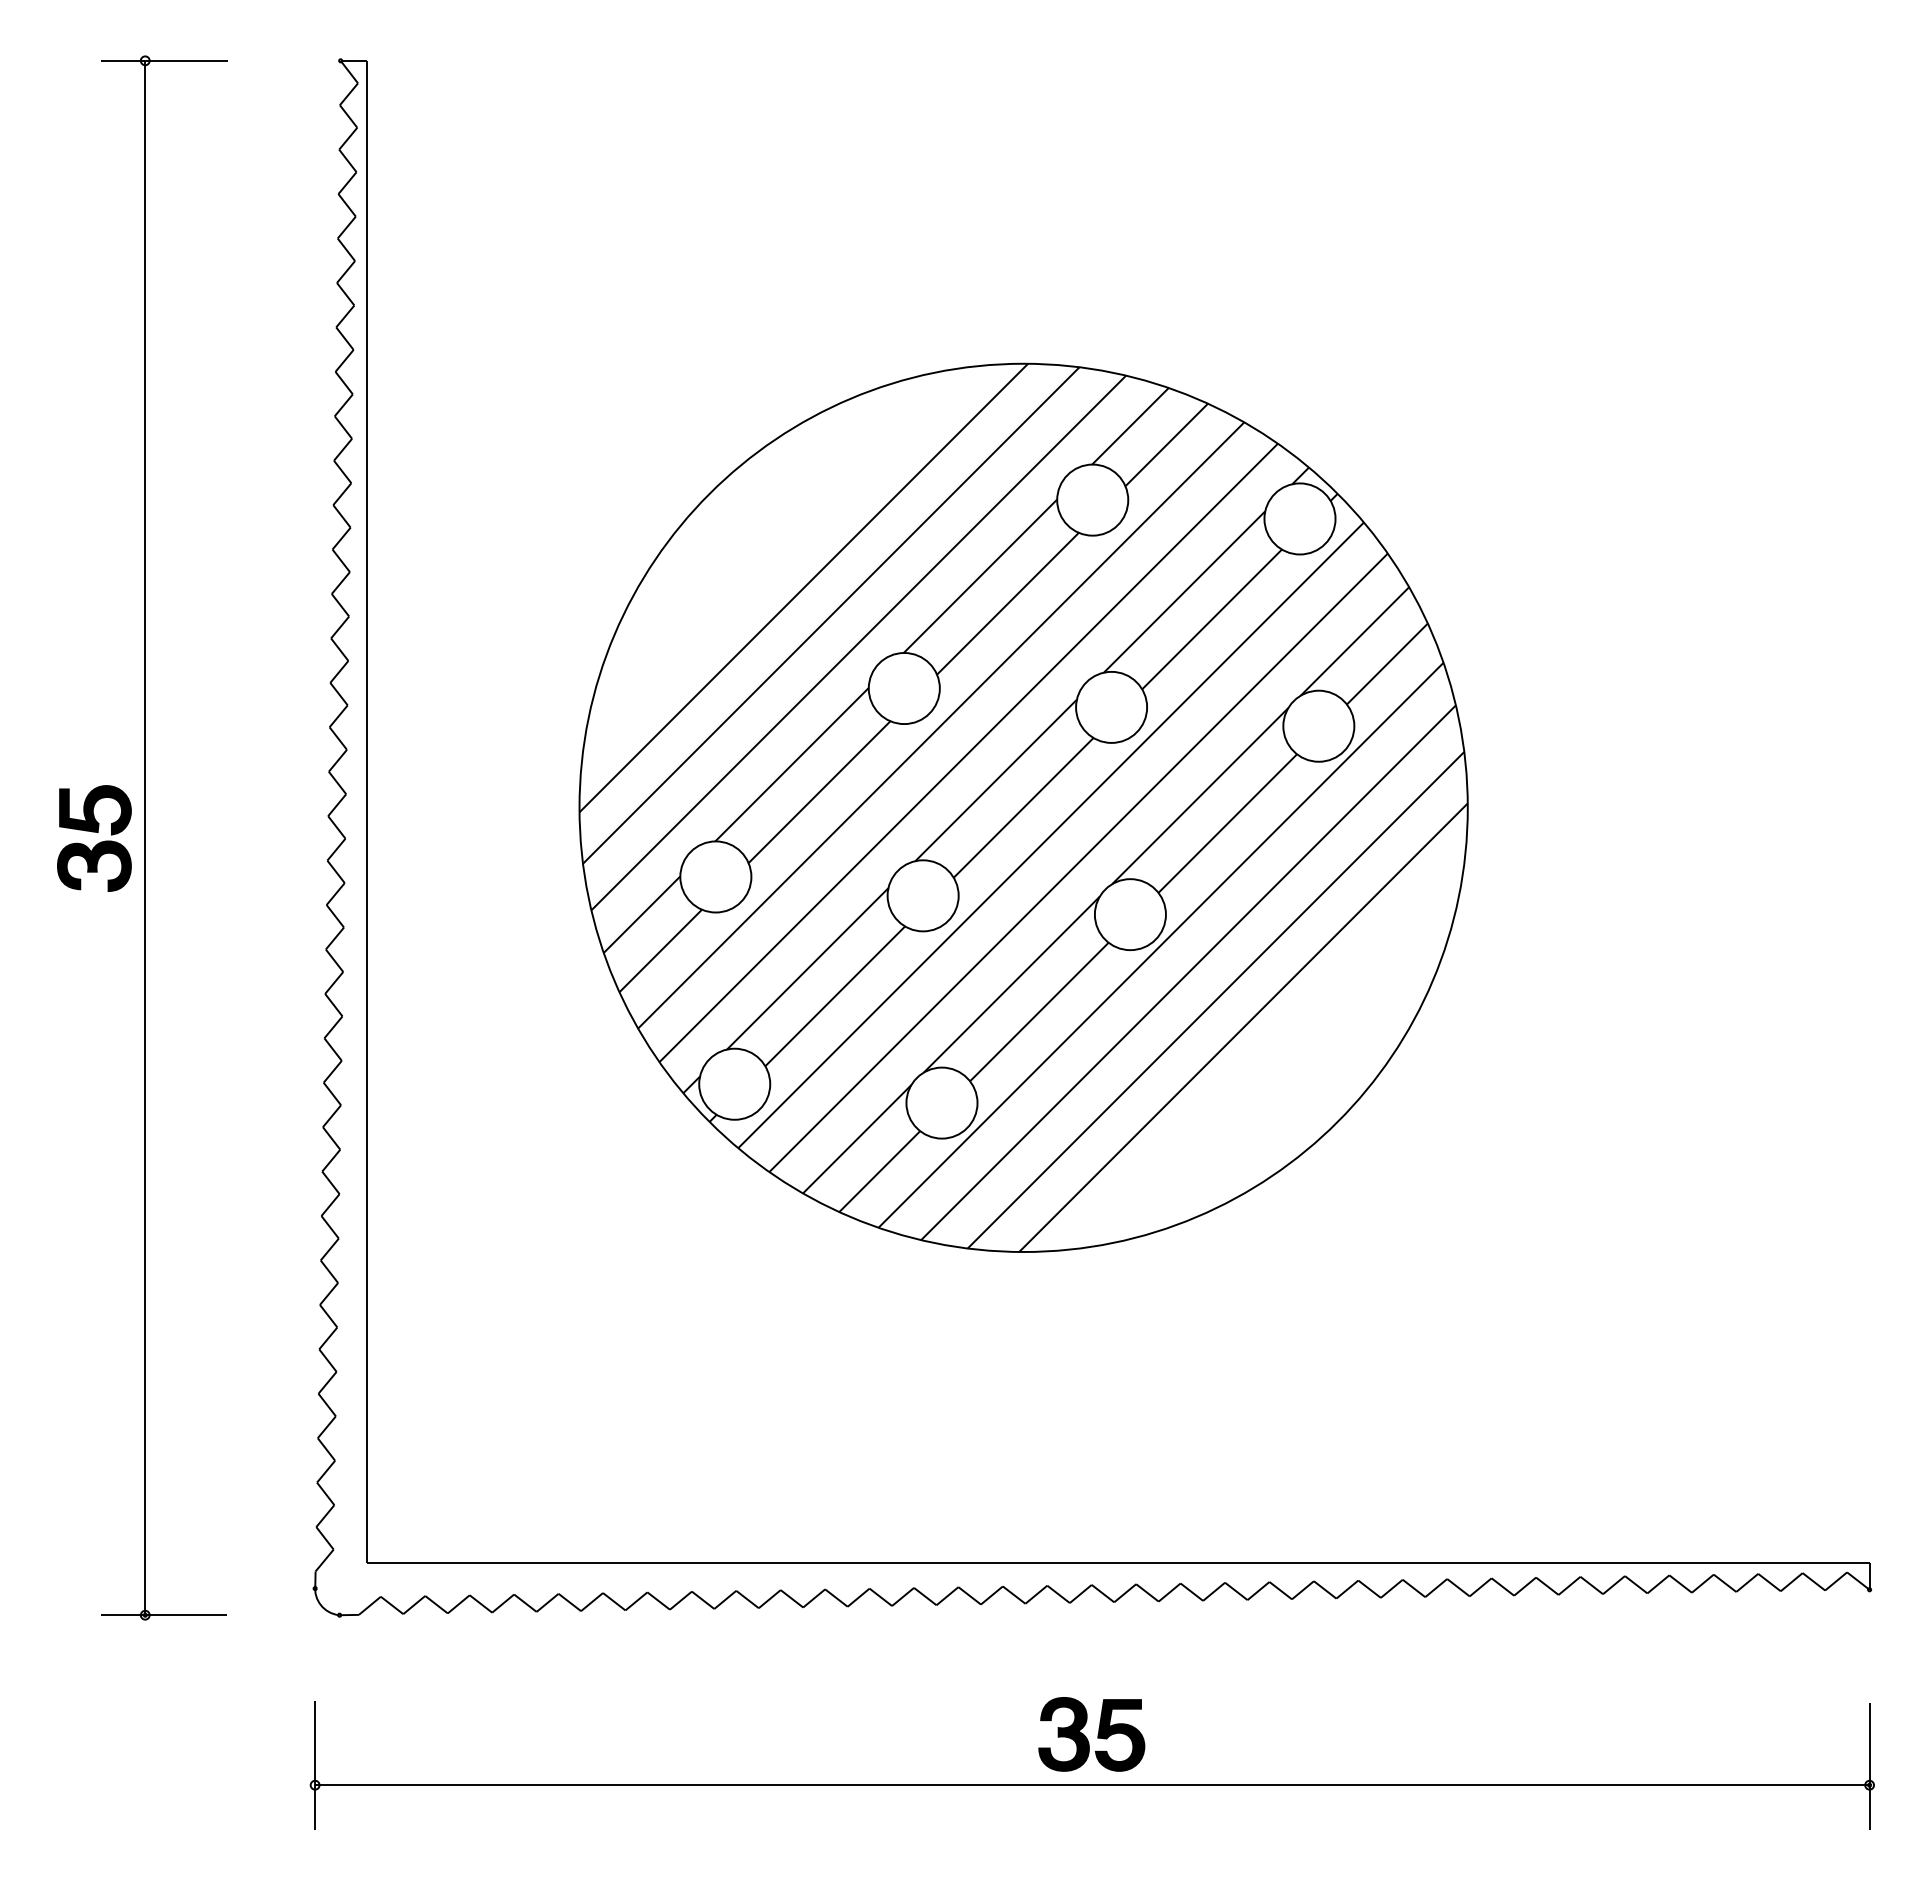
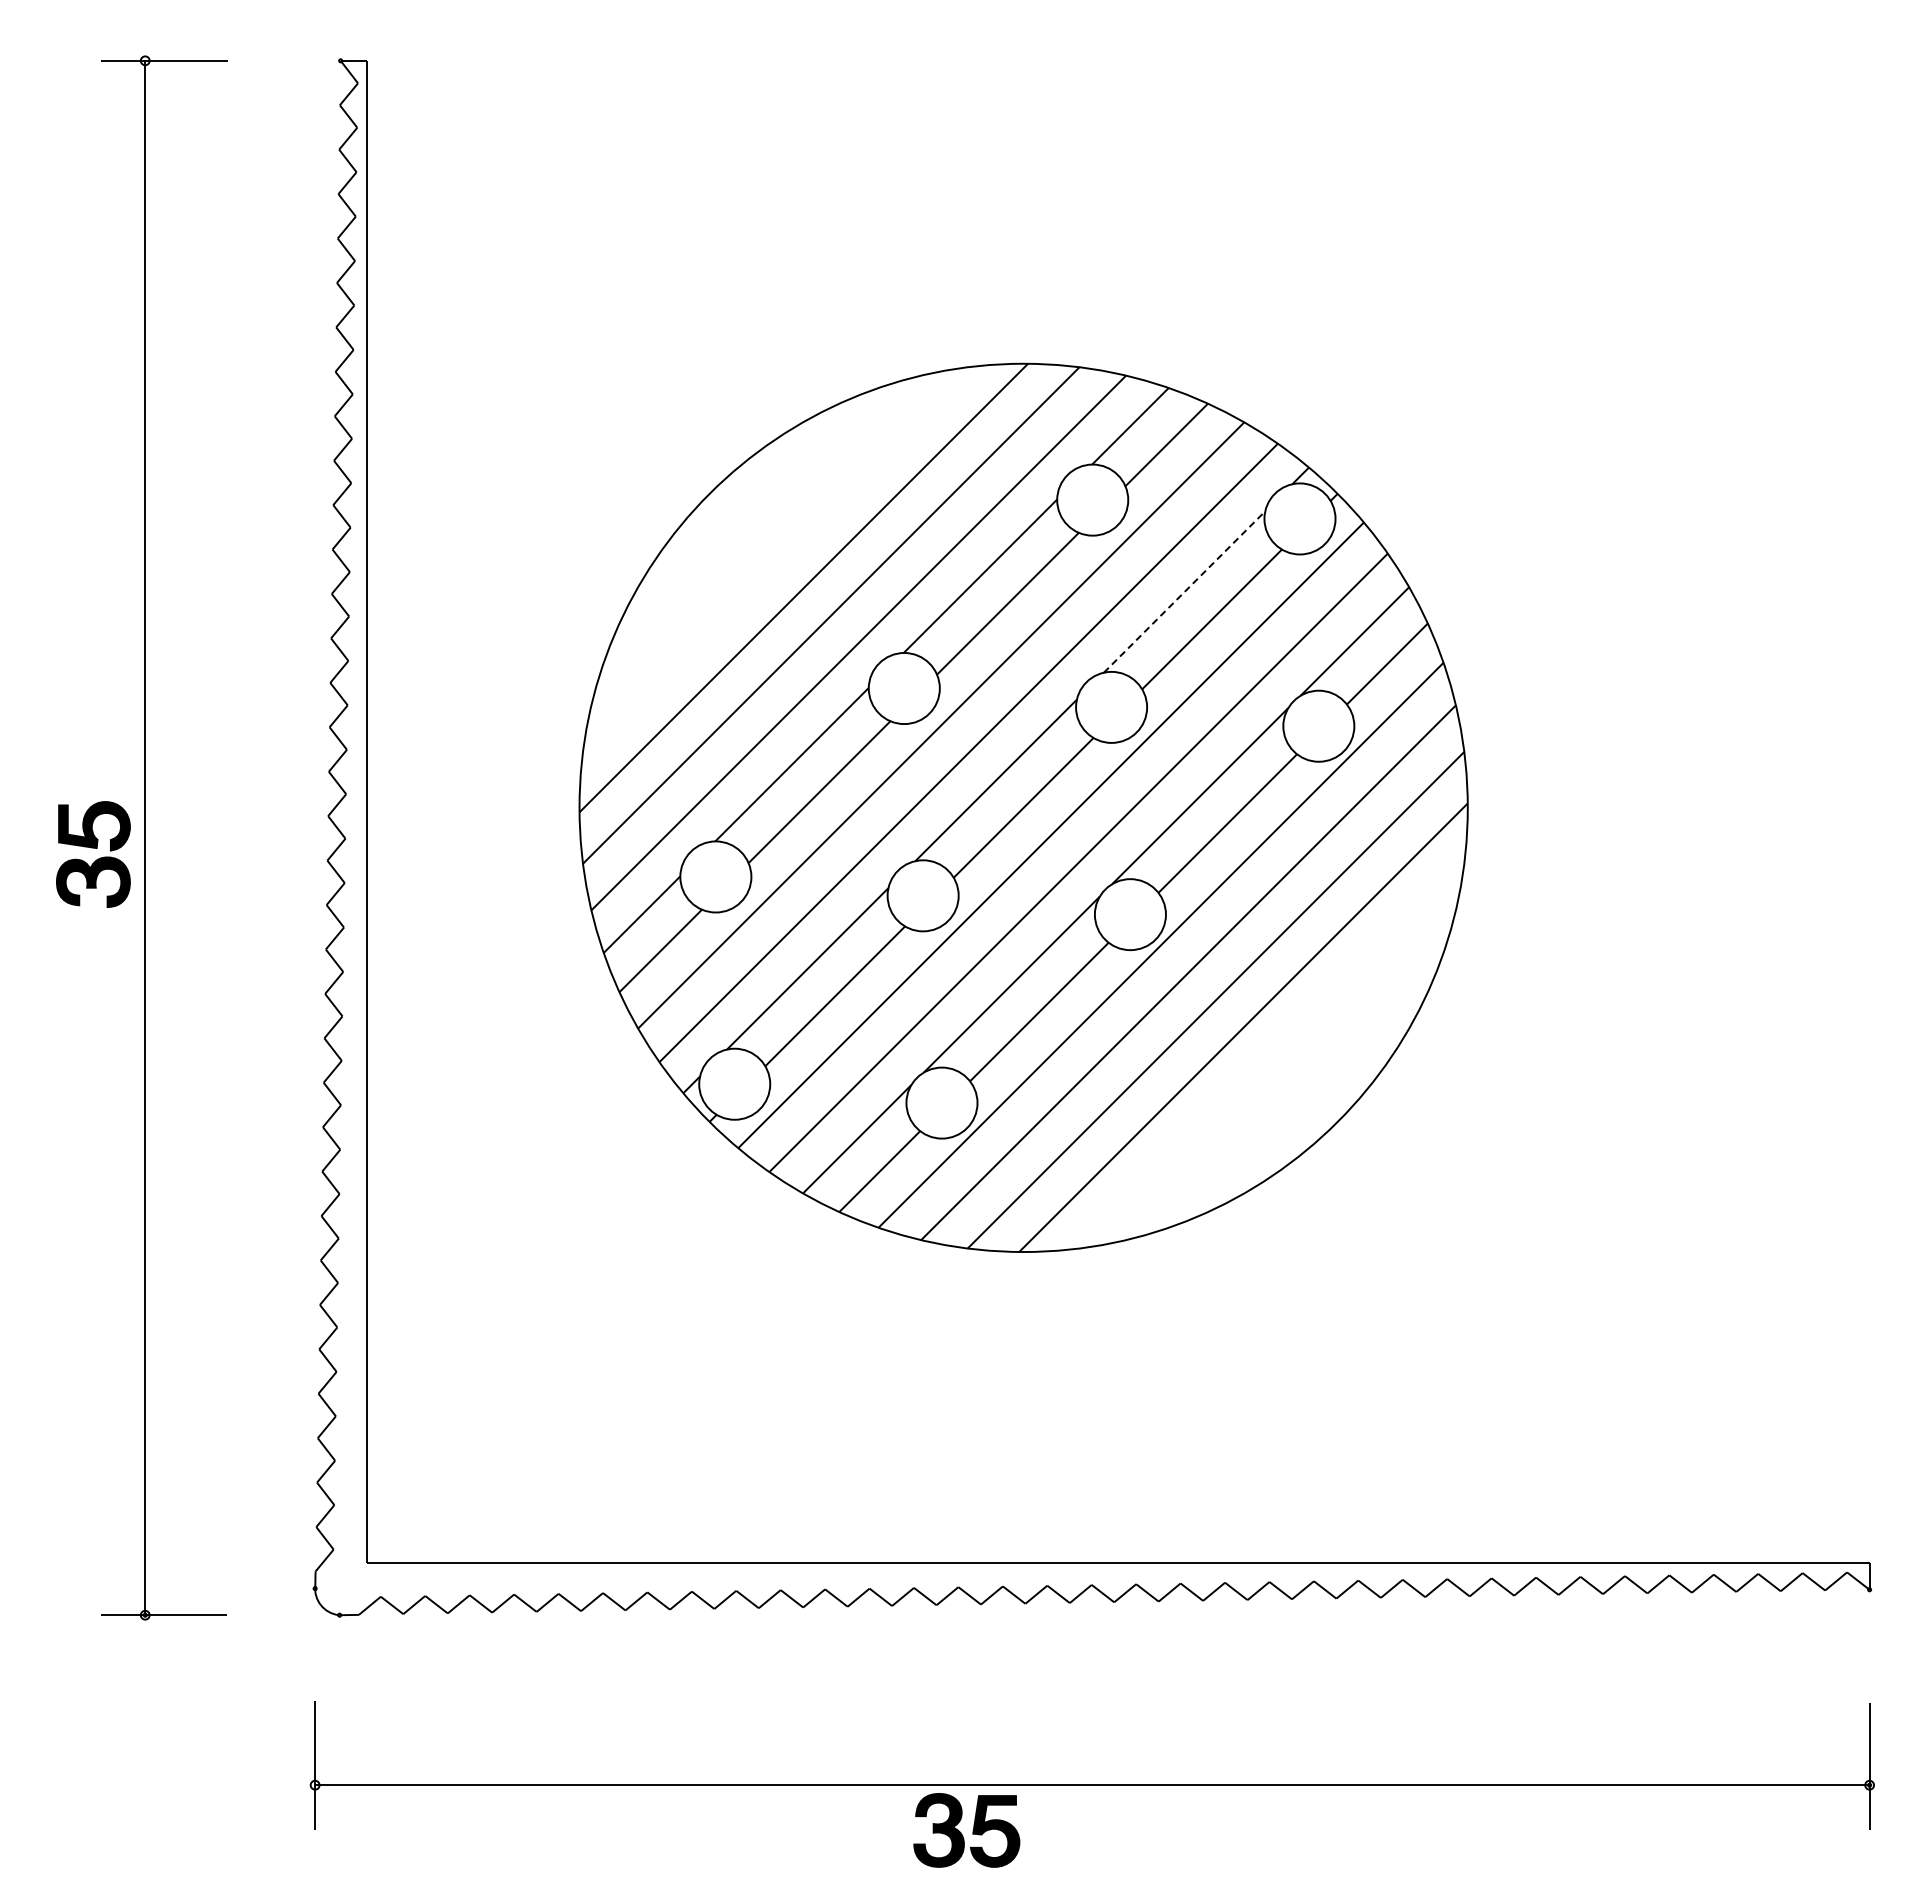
line at (1184, 591): solid -> dashed
part at (94, 838) position: (94, 838) -> (93, 854)
part at (1091, 1734) position: (1091, 1734) -> (966, 1830)
